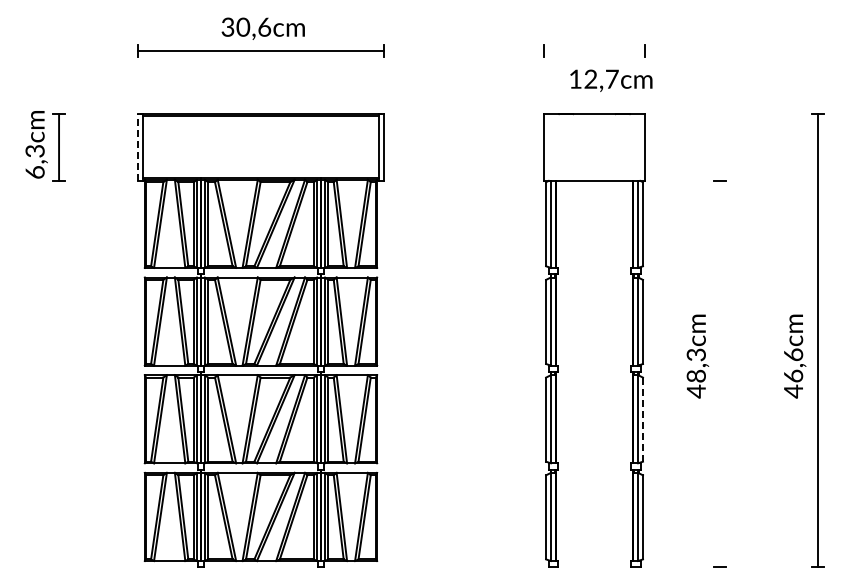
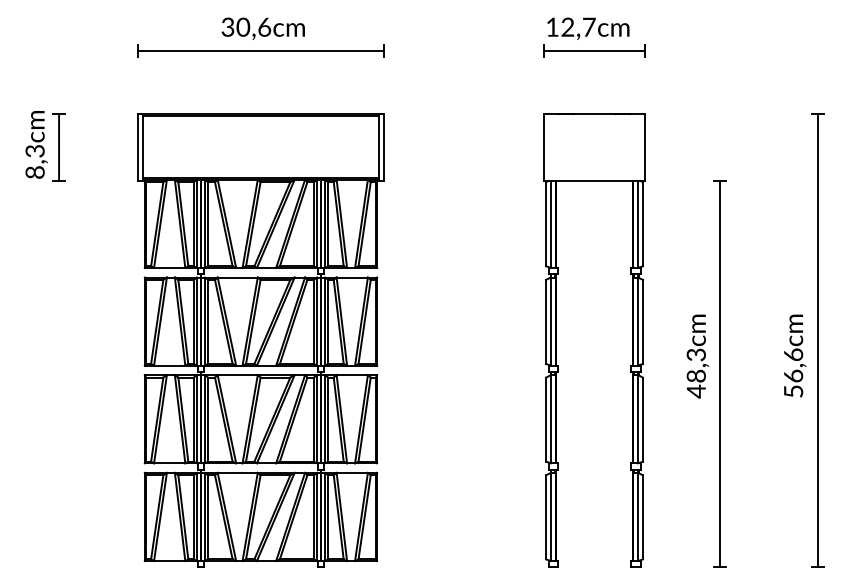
line at (594, 51): none -> present
text at (611, 80) position: (611, 80) -> (588, 28)
line at (138, 147): dashed -> solid
text at (34, 172): 6,3cm -> 8,3cm
line at (720, 373): none -> present
text at (793, 391): 46,6cm -> 56,6cm
line at (642, 420): dashed -> solid
